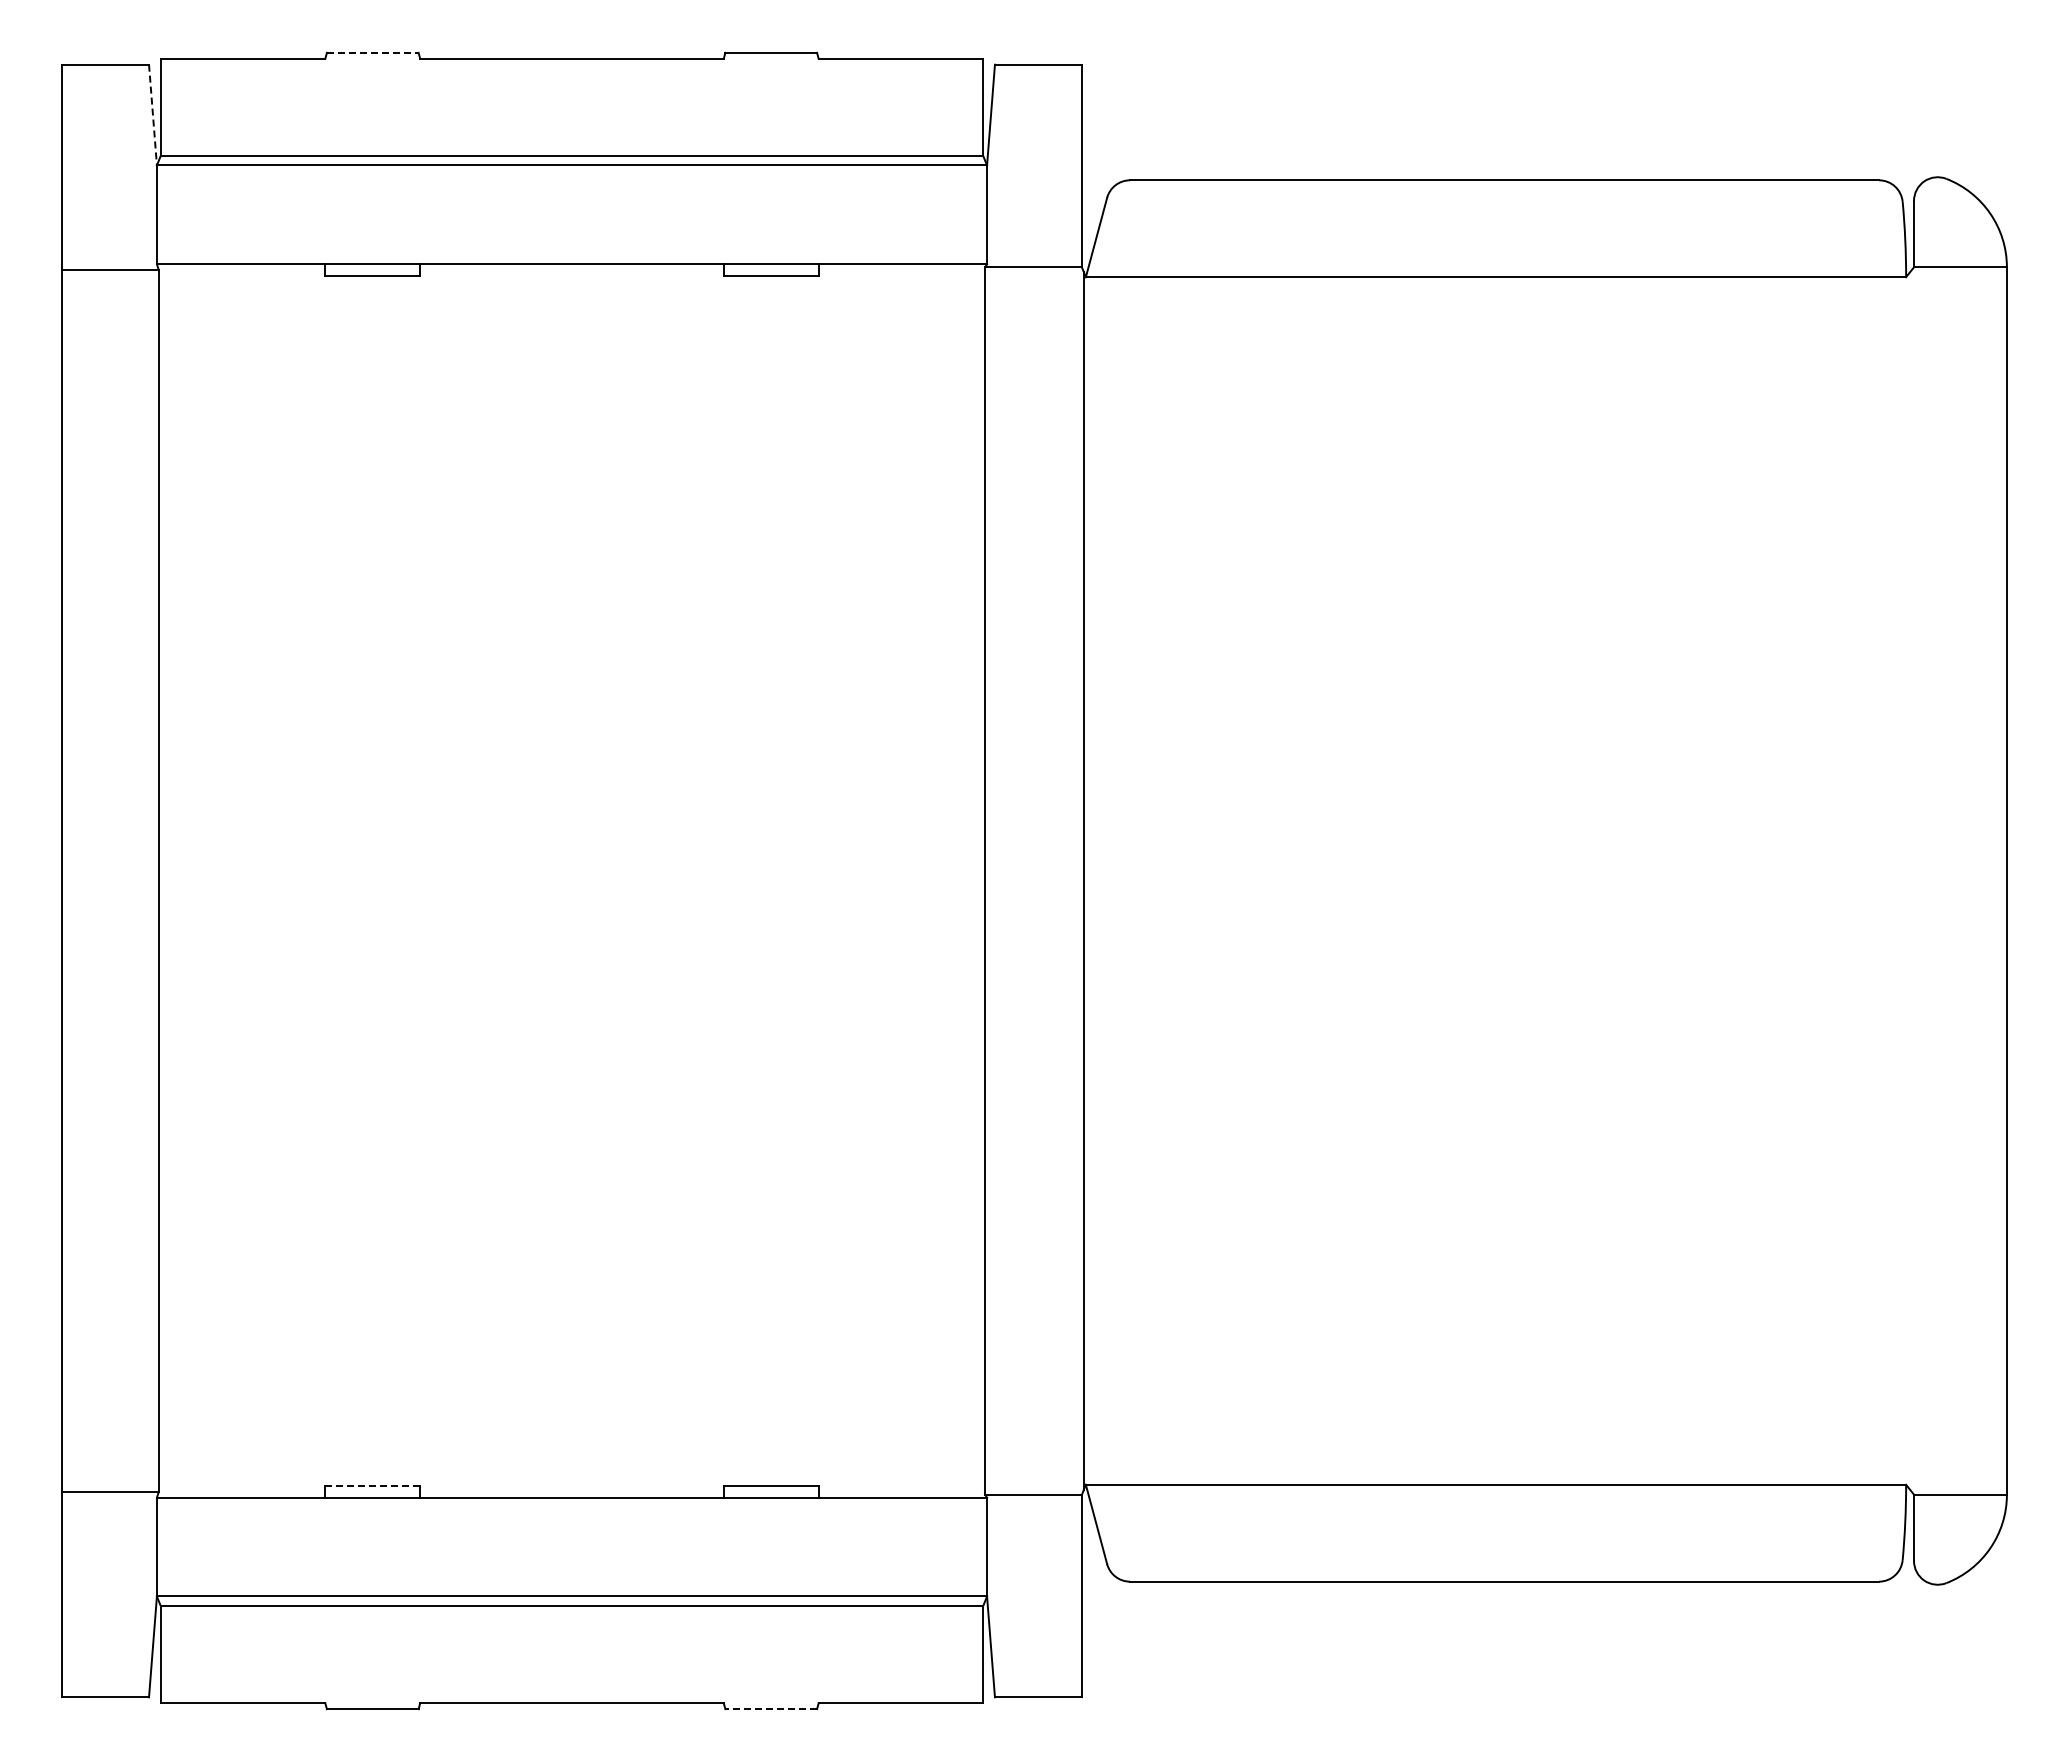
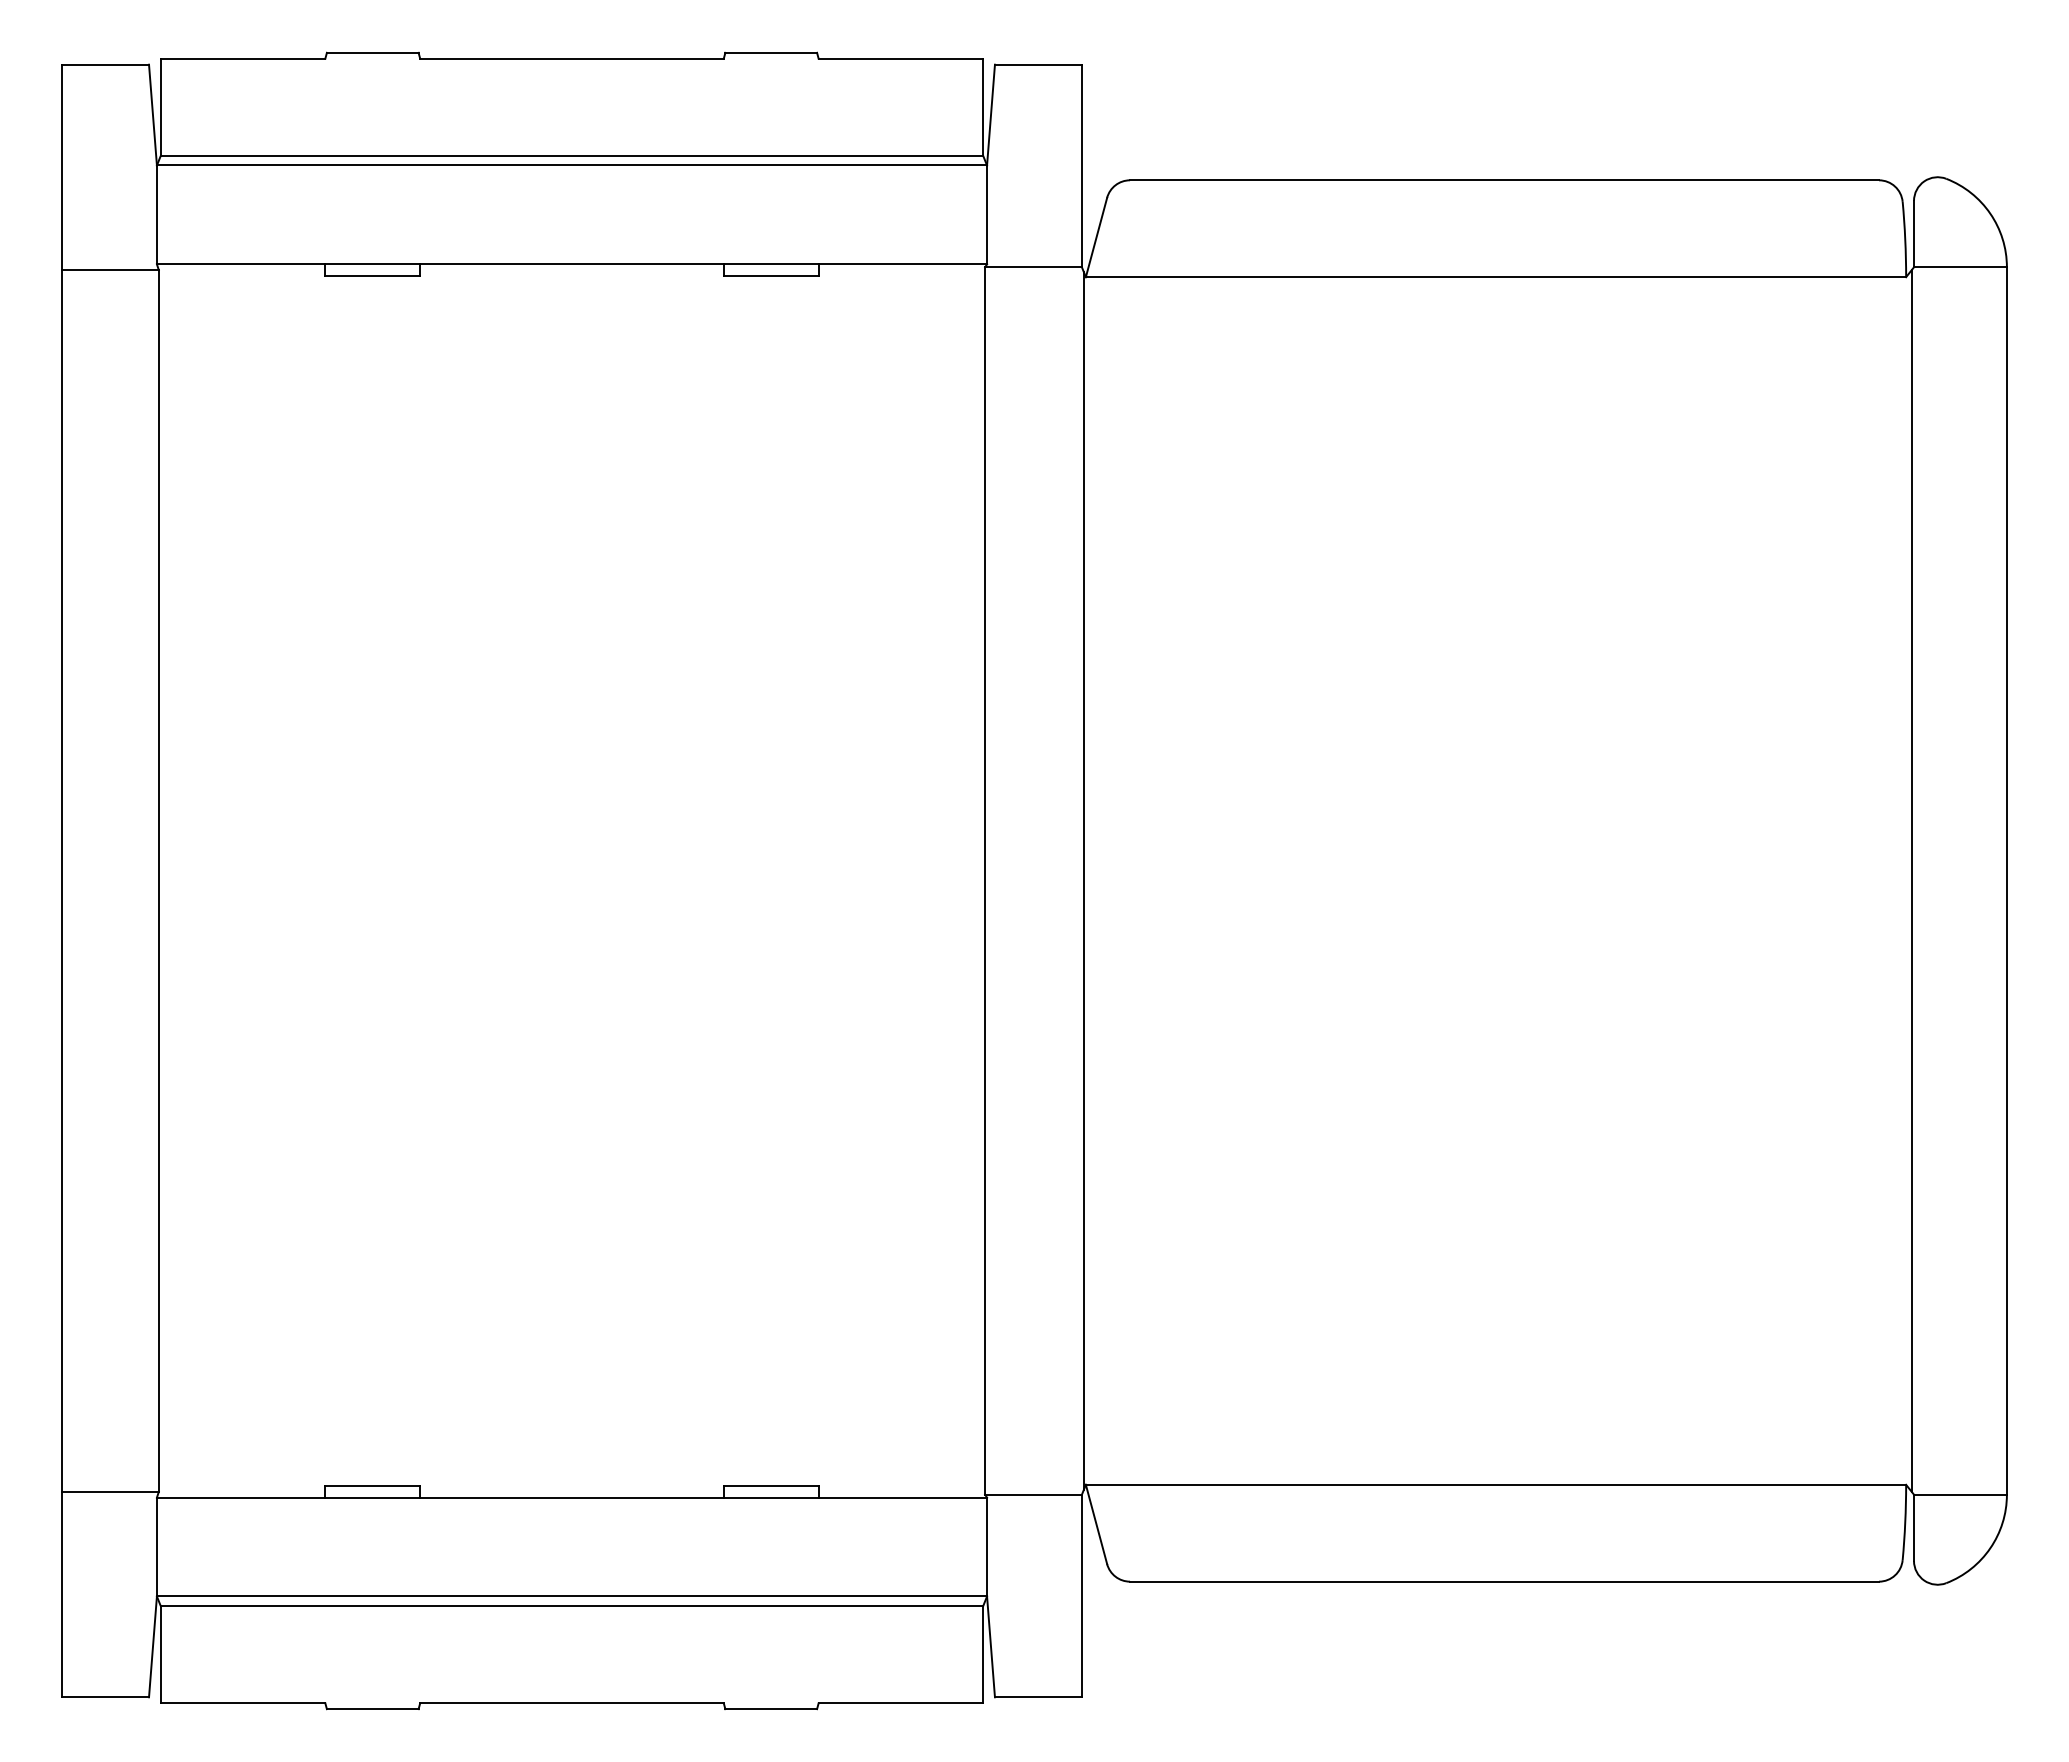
line at (372, 52): dashed -> solid
line at (152, 115): dashed -> solid
line at (1912, 880): none -> present
line at (373, 1485): dashed -> solid
line at (771, 1709): dashed -> solid
